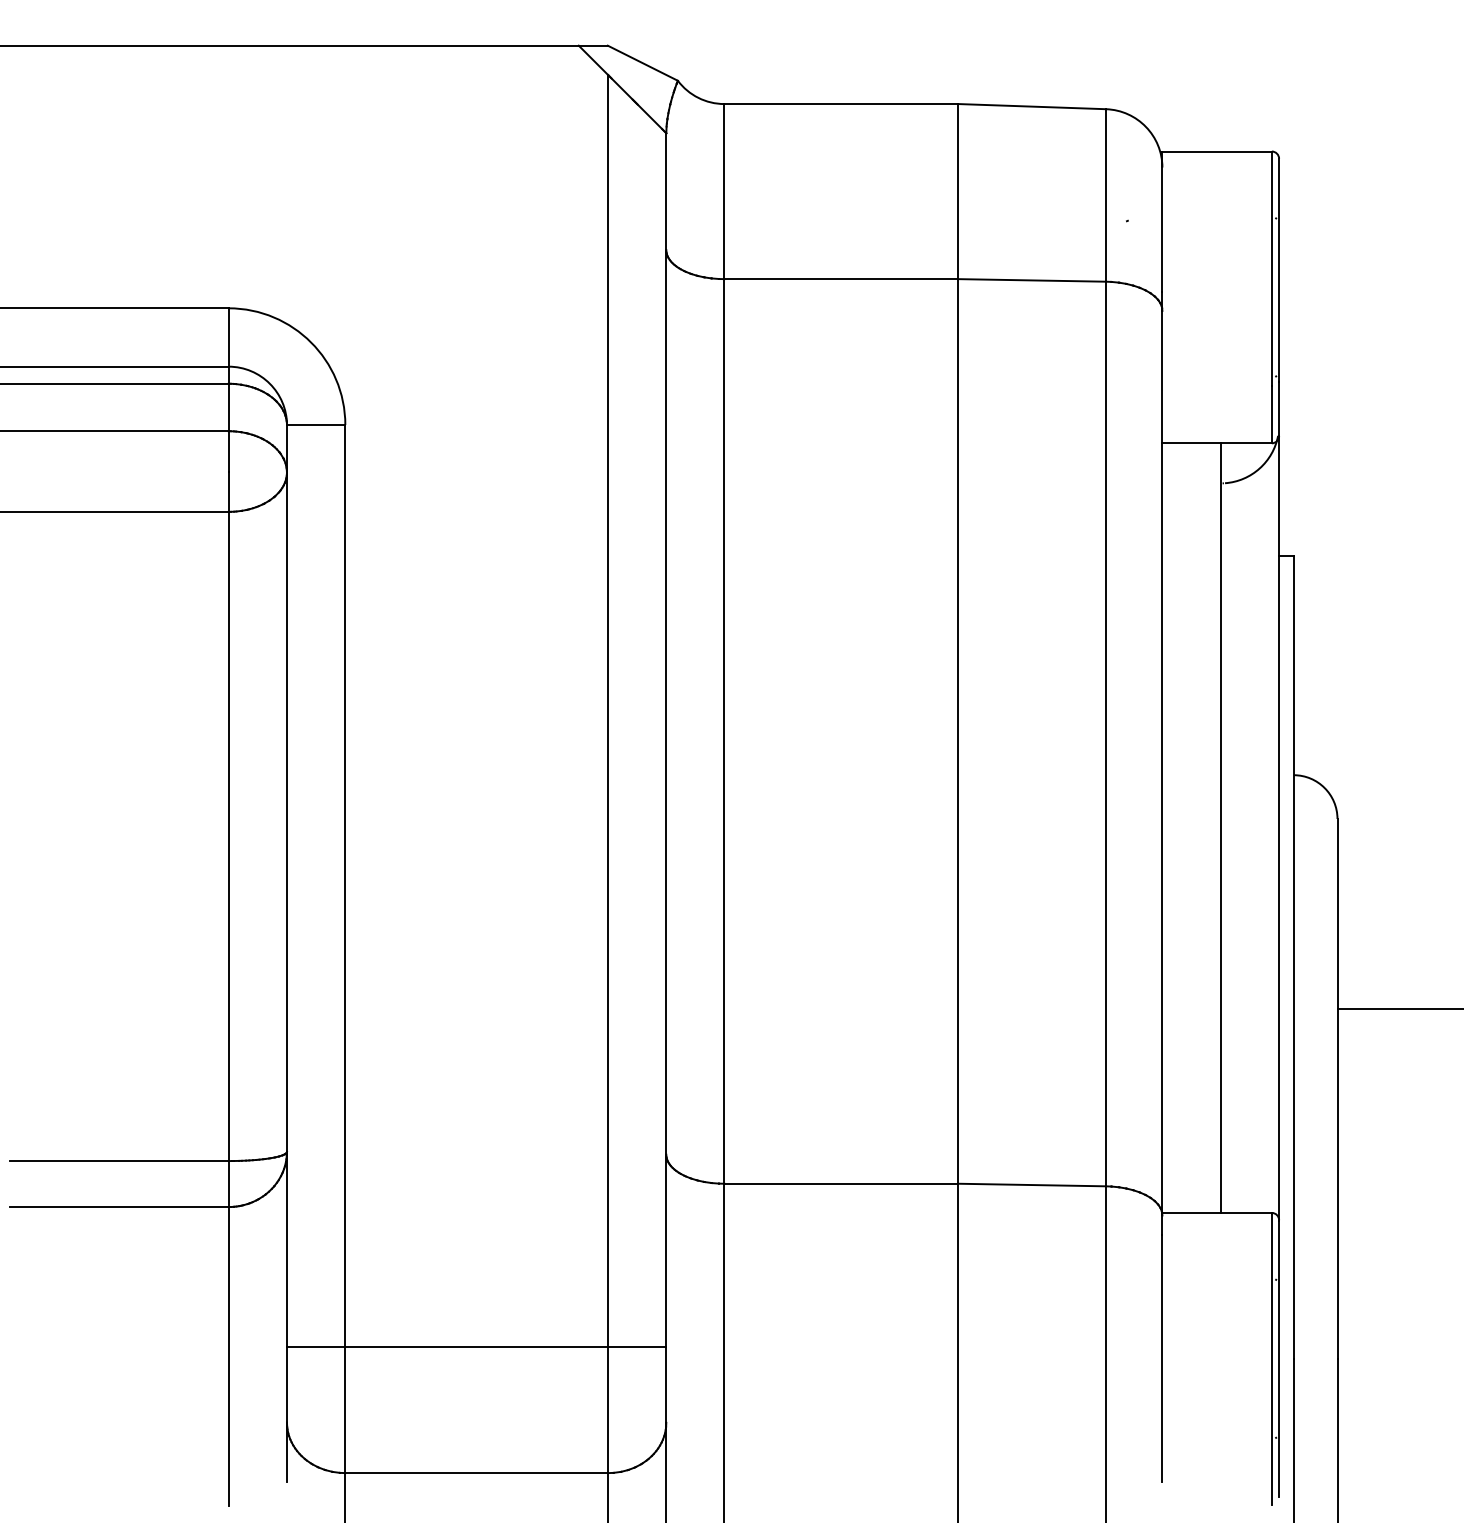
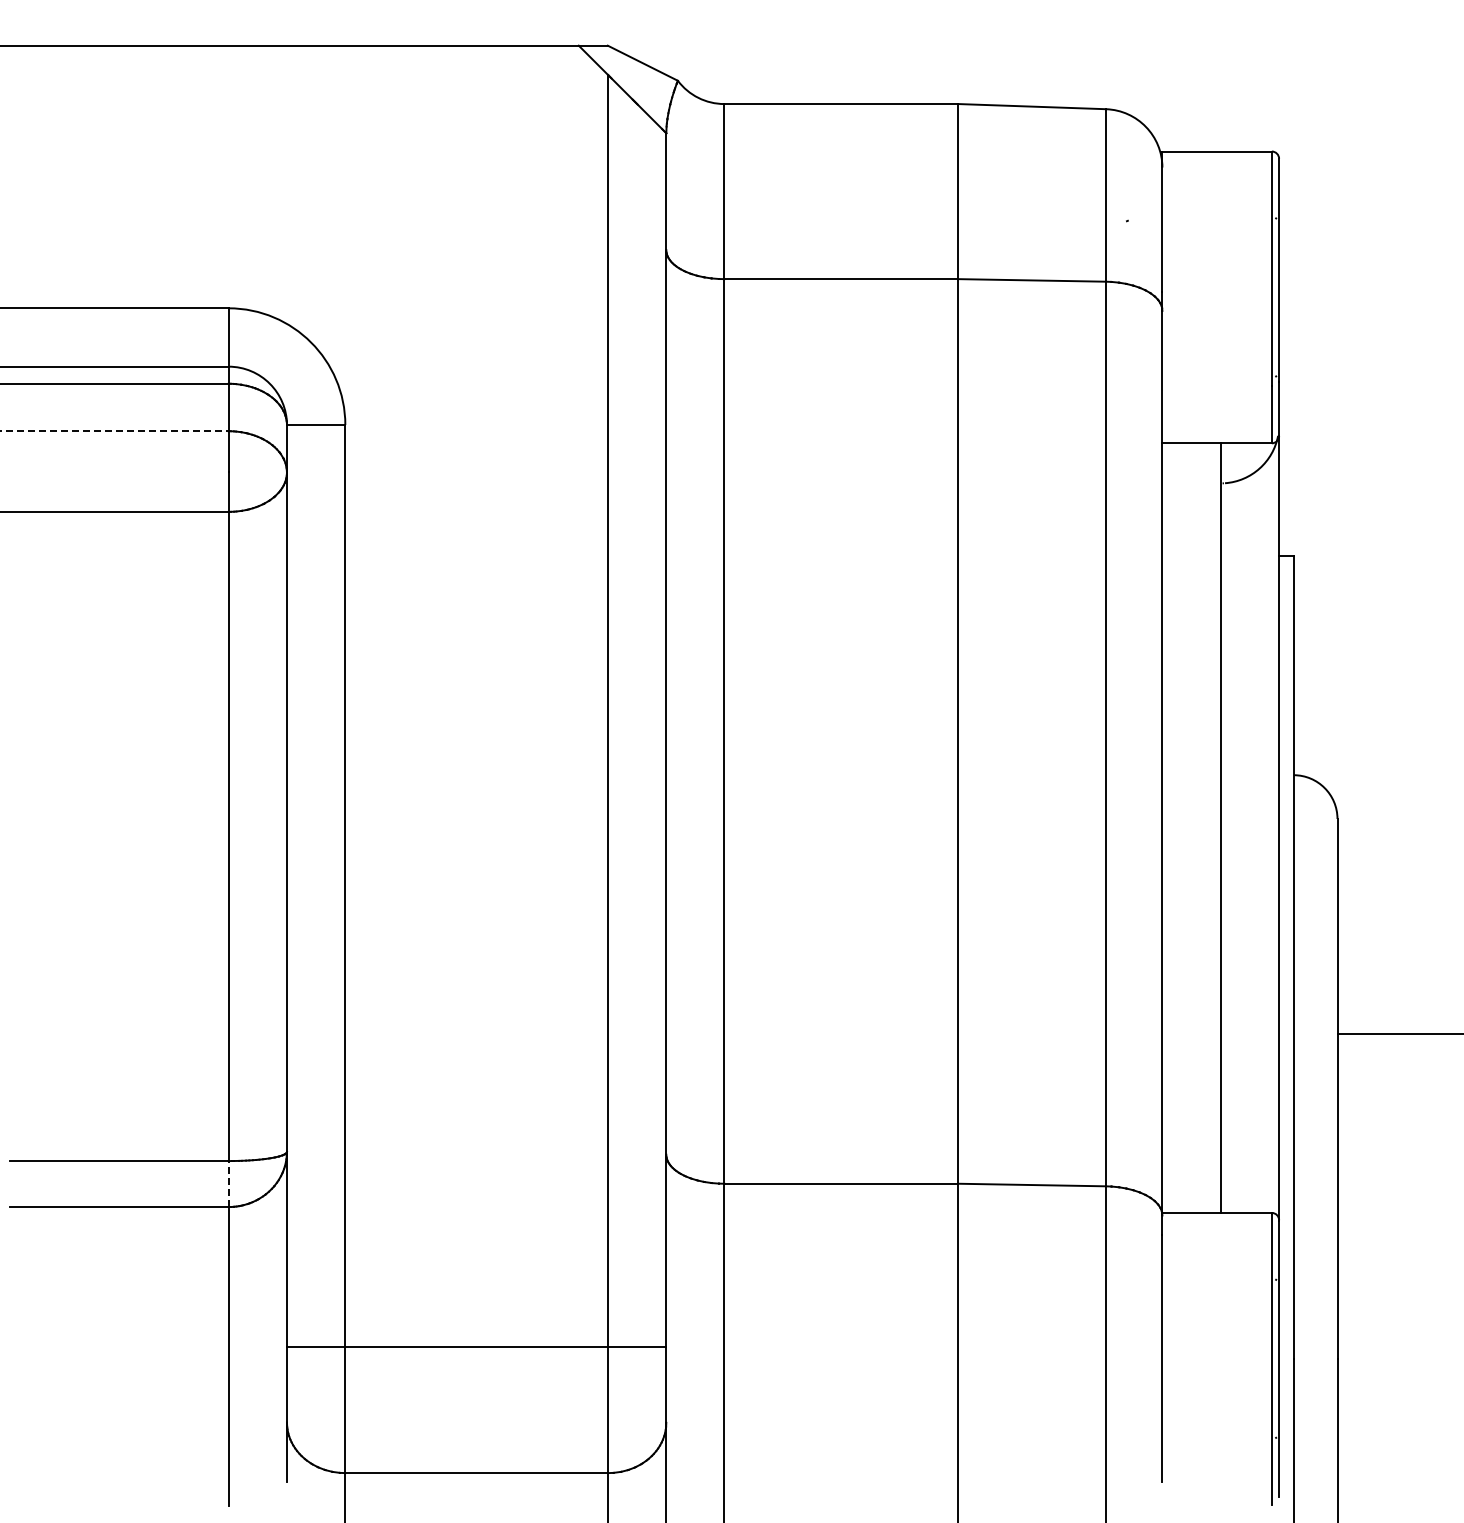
line at (114, 431): solid -> dashed
line at (1398, 1008) position: (1398, 1008) -> (1398, 1033)
line at (228, 1184): solid -> dashed
